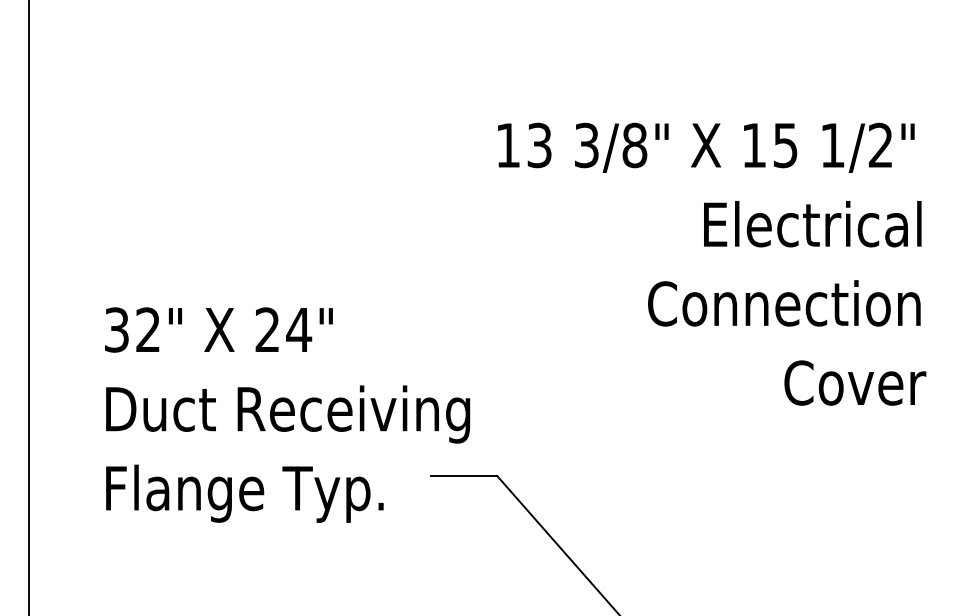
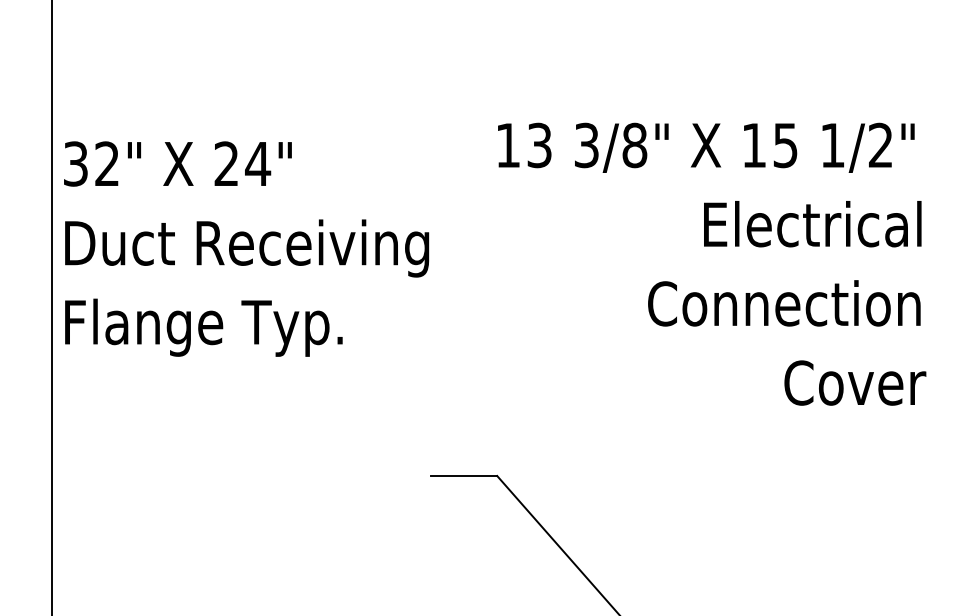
line at (28, 307) position: (28, 307) -> (51, 307)
text at (287, 414) position: (287, 414) -> (246, 248)
